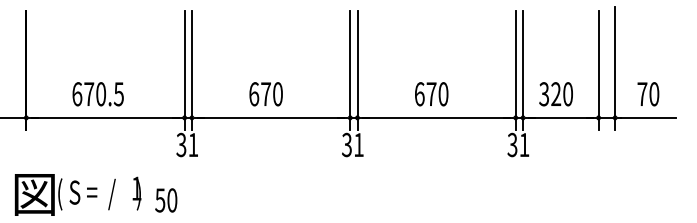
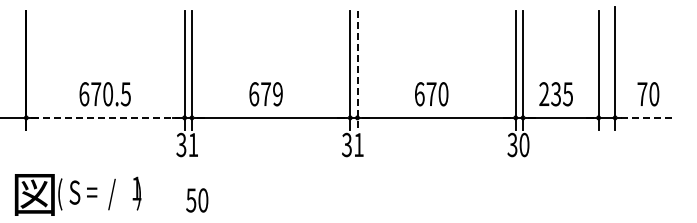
line at (357, 70): solid -> dashed
text at (97, 94) position: (97, 94) -> (104, 94)
text at (277, 94): 670 -> 679
text at (555, 94): 320 -> 235
line at (106, 117): solid -> dashed
line at (648, 117): solid -> dashed
text at (524, 144): 31 -> 30
text at (166, 200) position: (166, 200) -> (197, 200)
